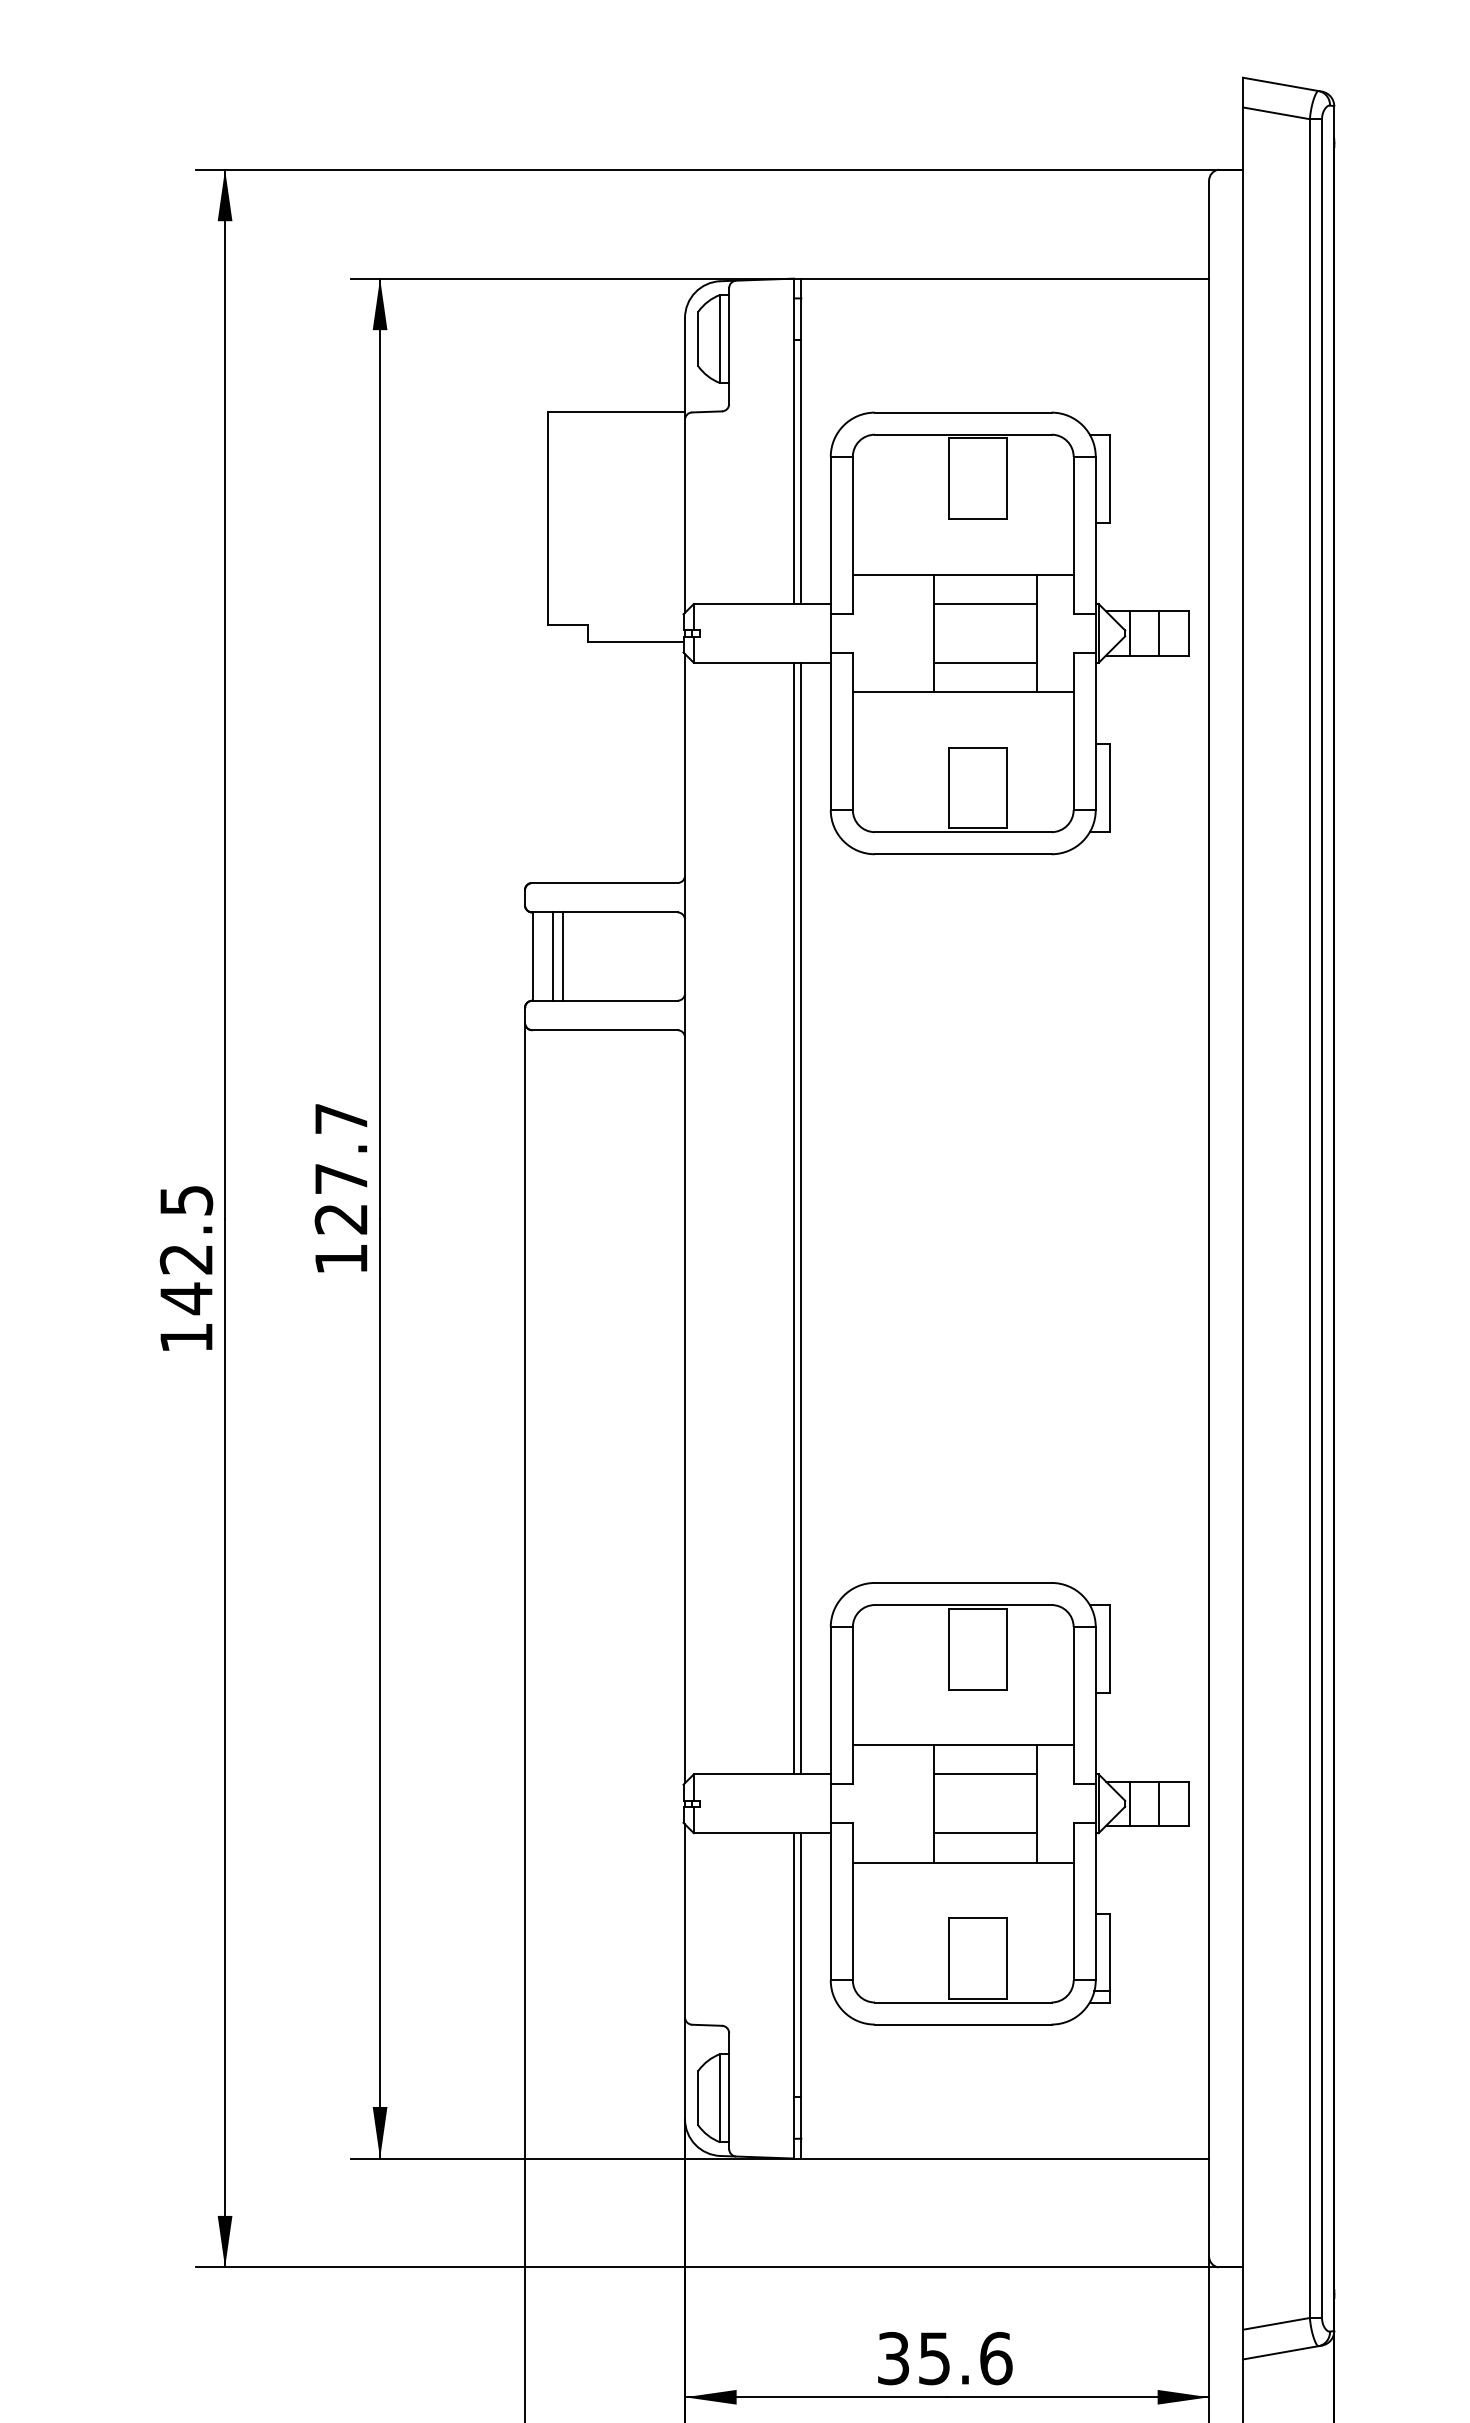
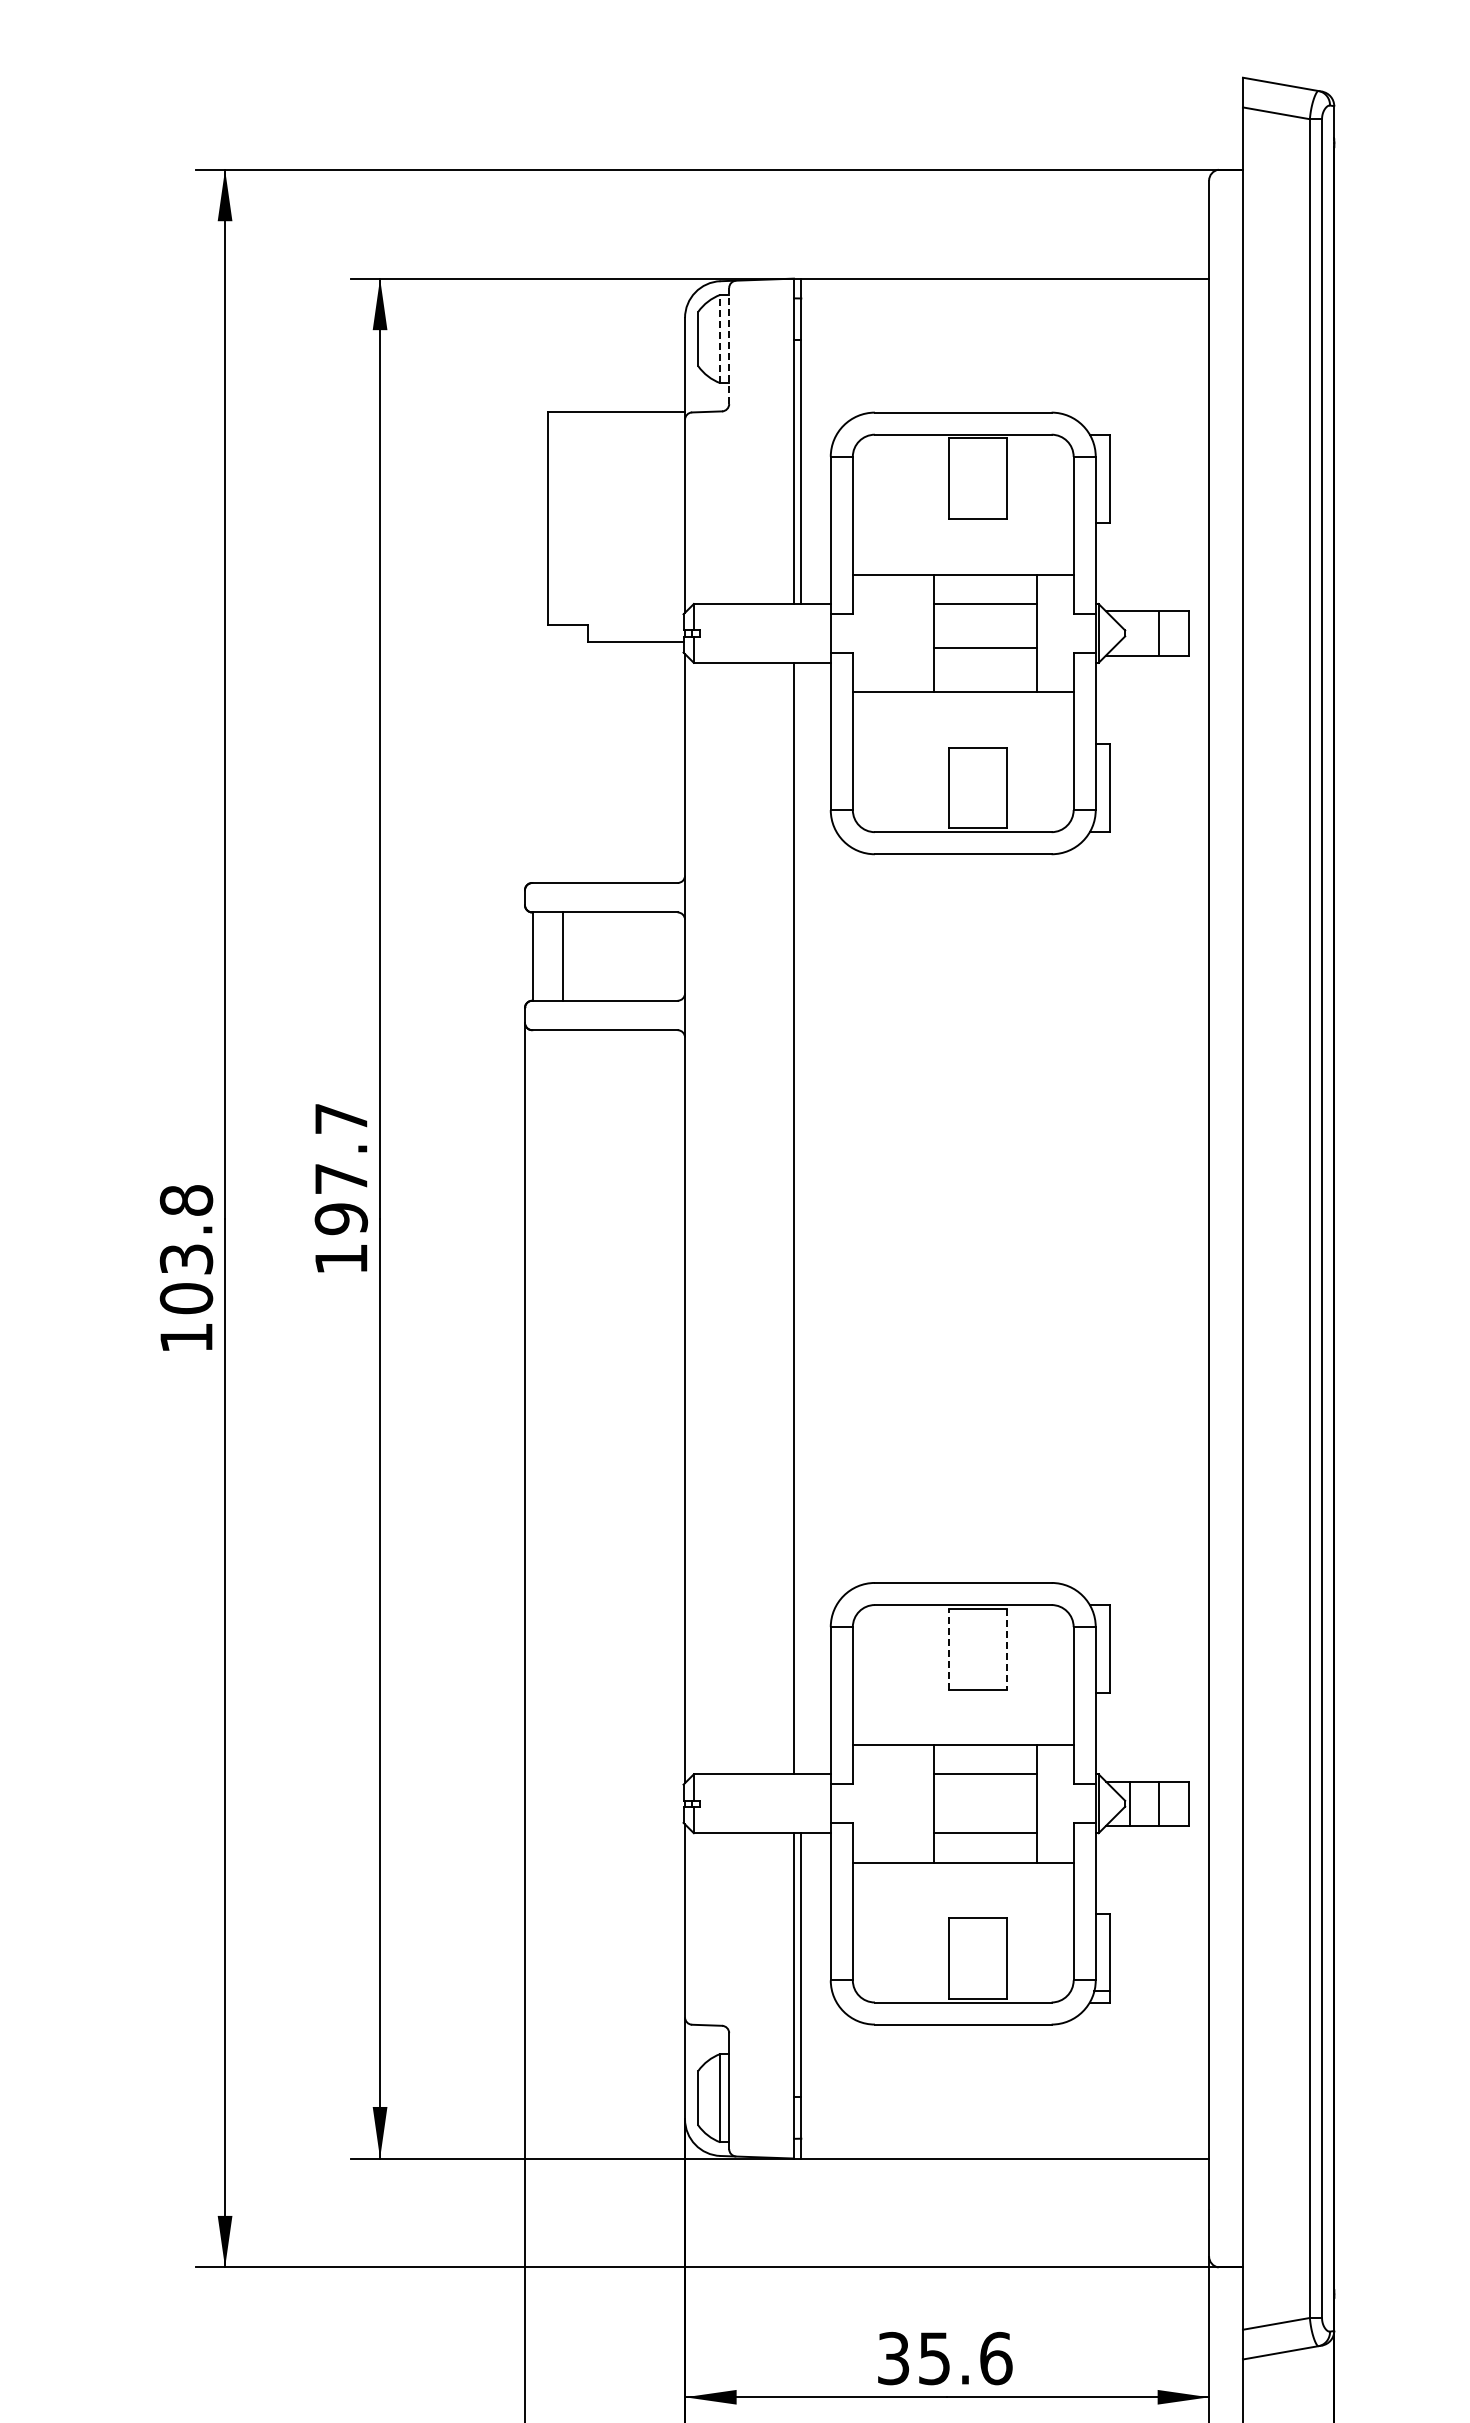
line at (720, 338): solid -> dashed
line at (729, 345): solid -> dashed
line at (1129, 633): present -> none
line at (984, 662) position: (984, 662) -> (984, 647)
line at (552, 956): present -> none
line at (801, 1218): present -> none
text at (341, 1219): 127.7 -> 197.7
text at (186, 1250): 142.5 -> 103.8
line at (948, 1648): solid -> dashed
line at (1007, 1649): solid -> dashed
